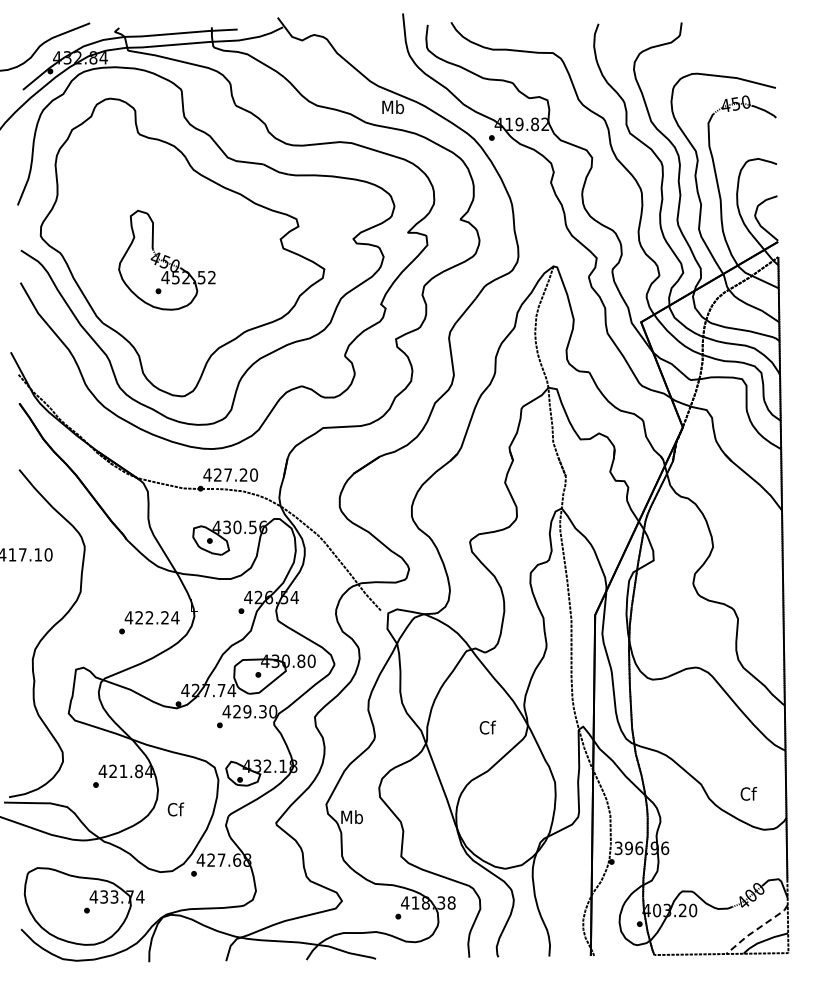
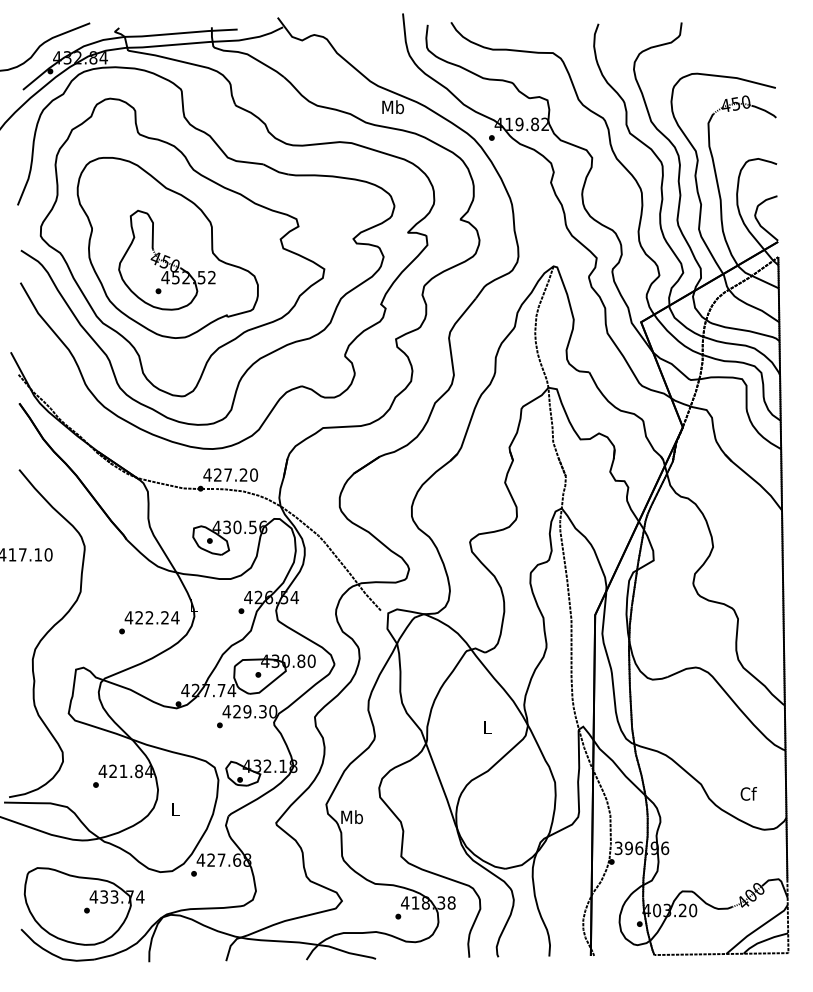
part at (167, 247): none -> present
text at (487, 727): Cf -> L
text at (175, 809): Cf -> L
line at (756, 929): dashed -> solid
